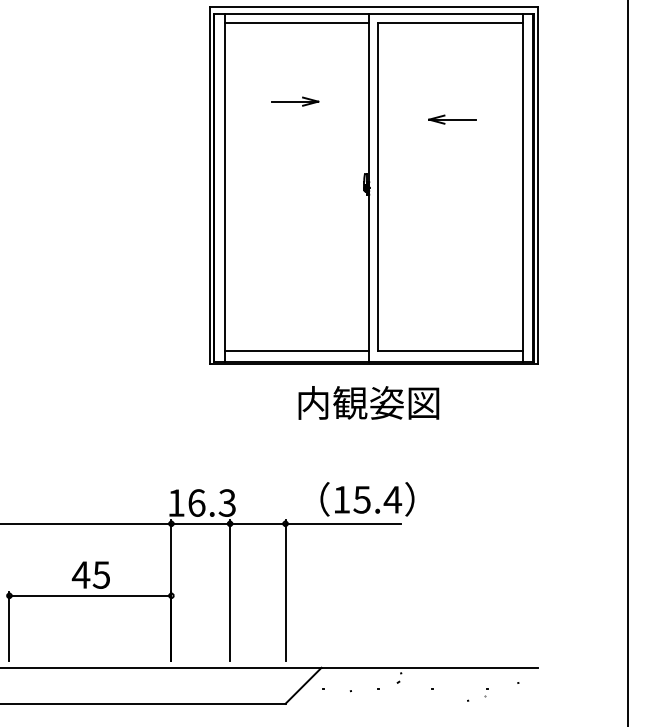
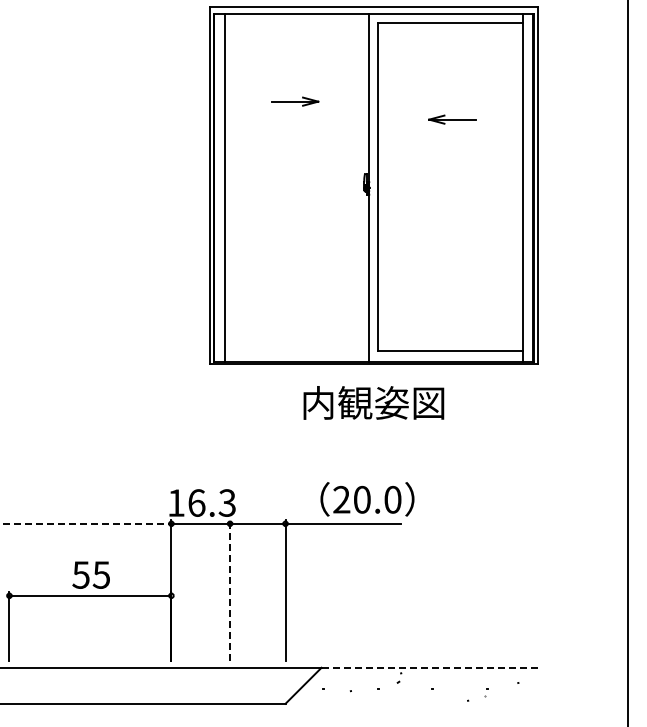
line at (296, 22): present -> none
line at (296, 351): present -> none
text at (368, 402) position: (368, 402) -> (373, 402)
text at (367, 499): 15.4 -> 20.0
line at (86, 523): solid -> dashed
text at (80, 574): 45 -> 55
line at (230, 589): solid -> dashed
line at (429, 667): solid -> dashed
